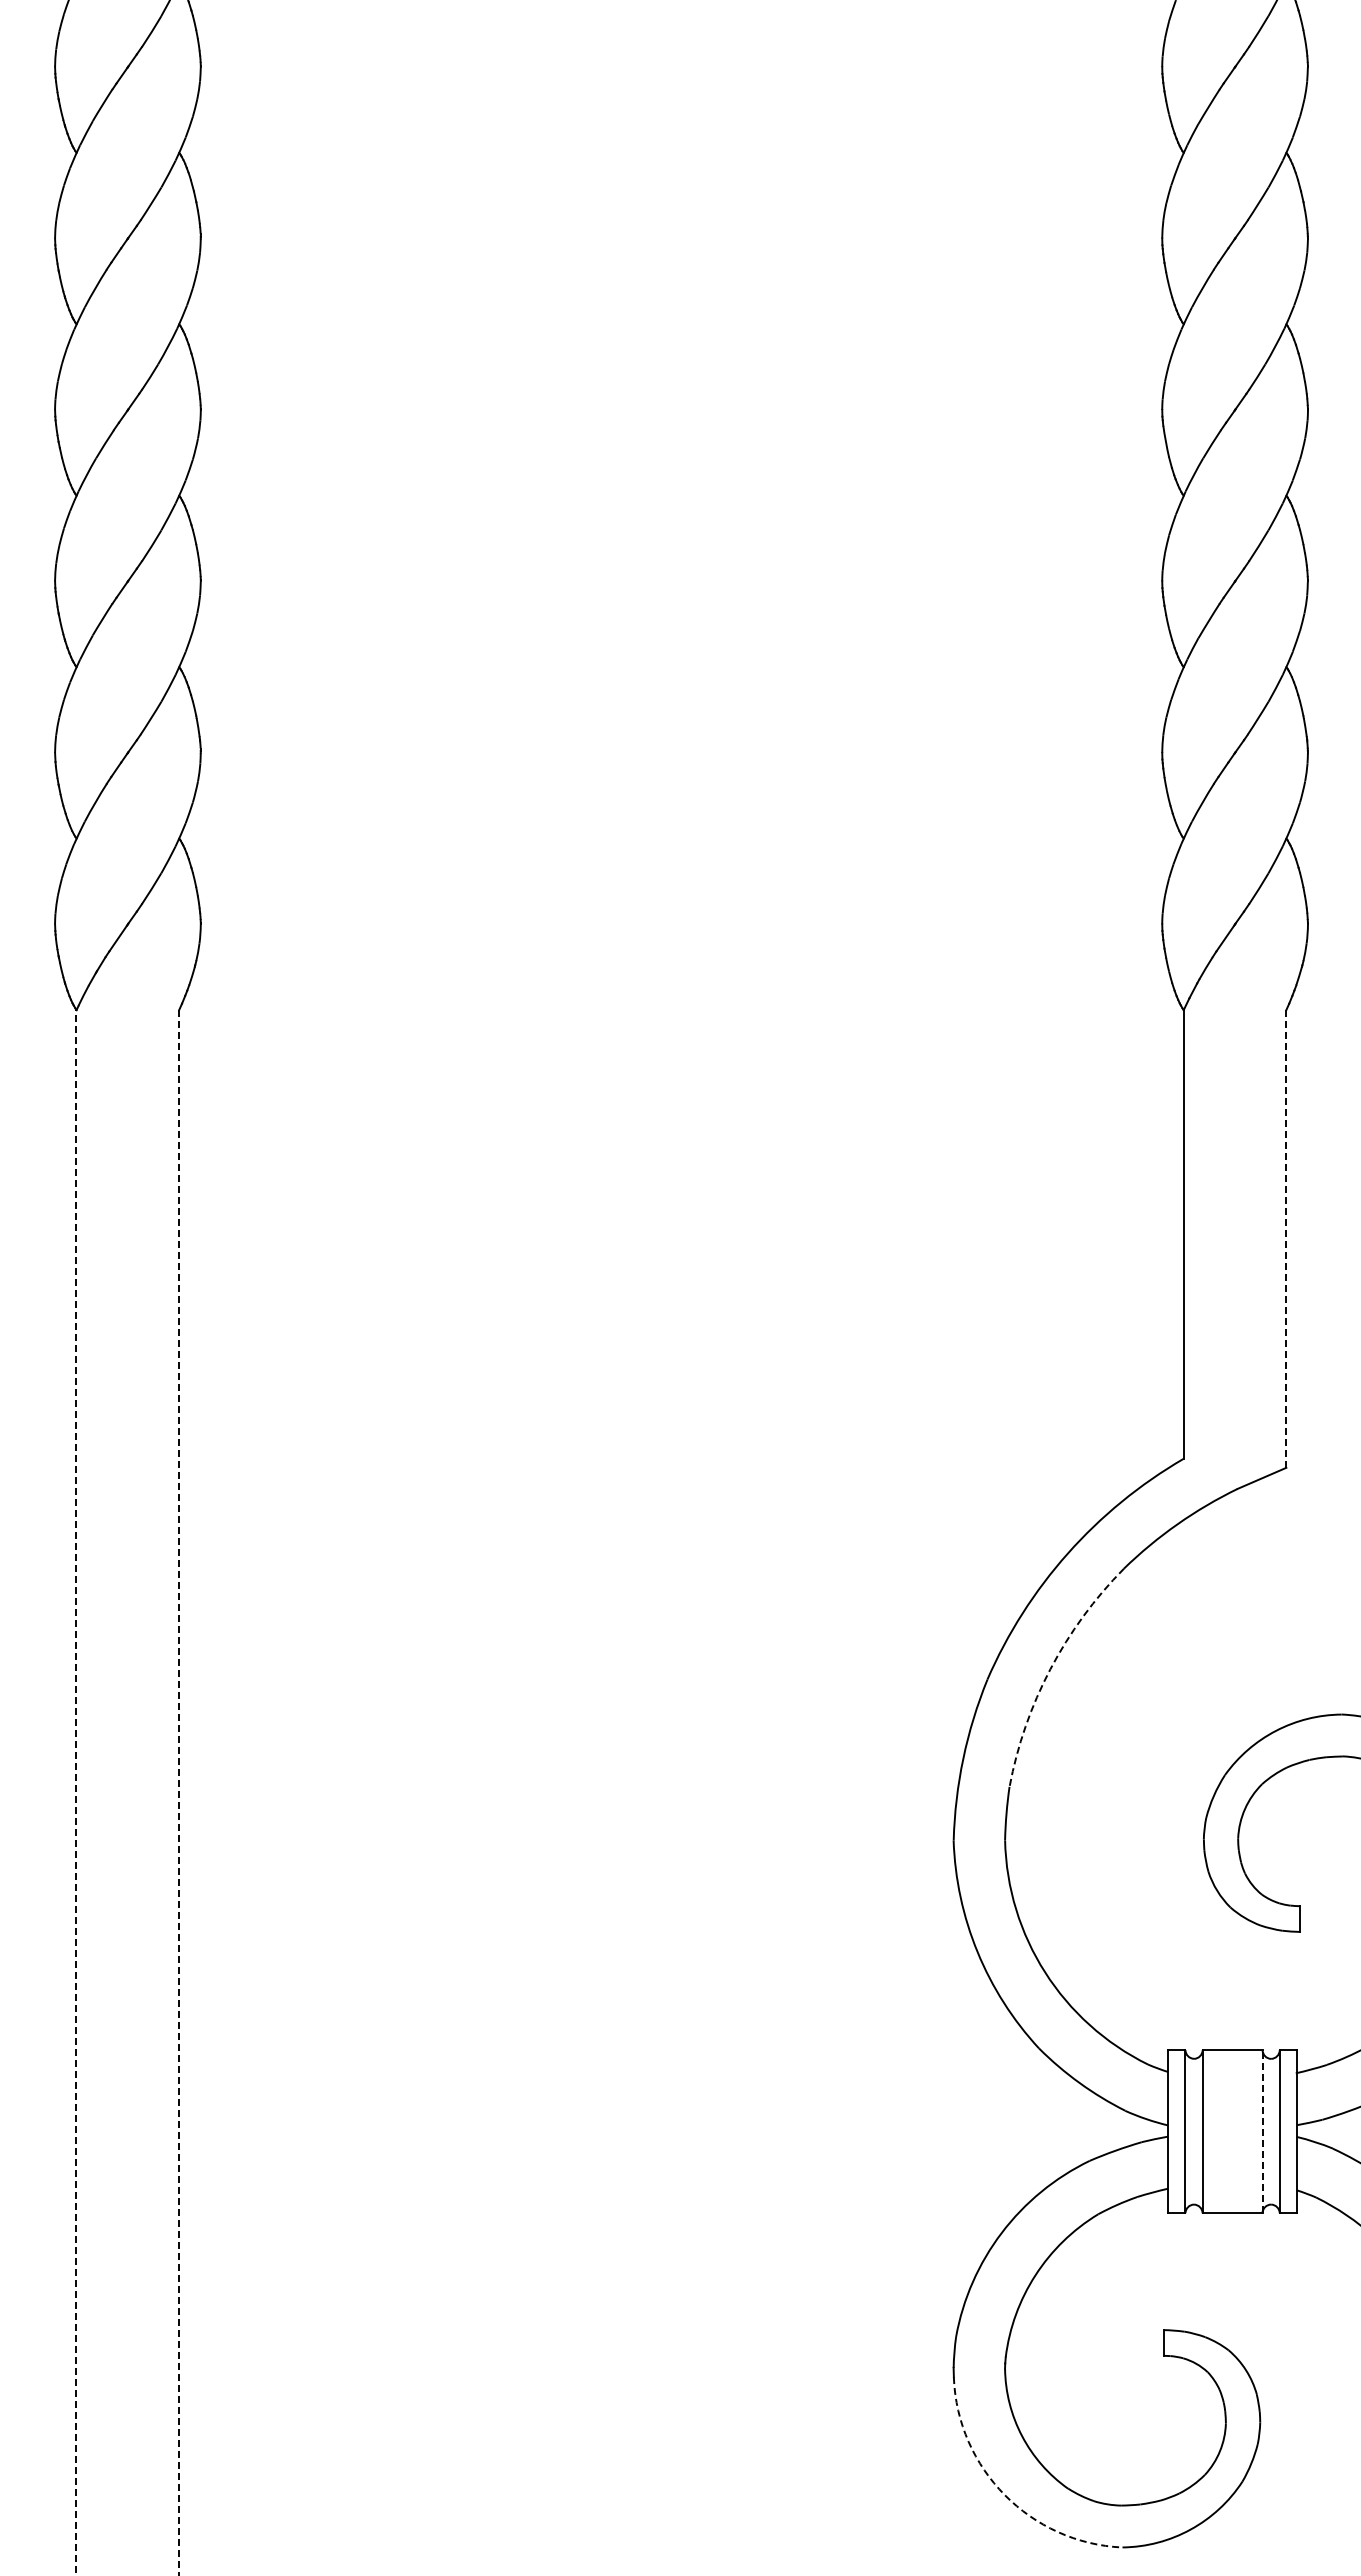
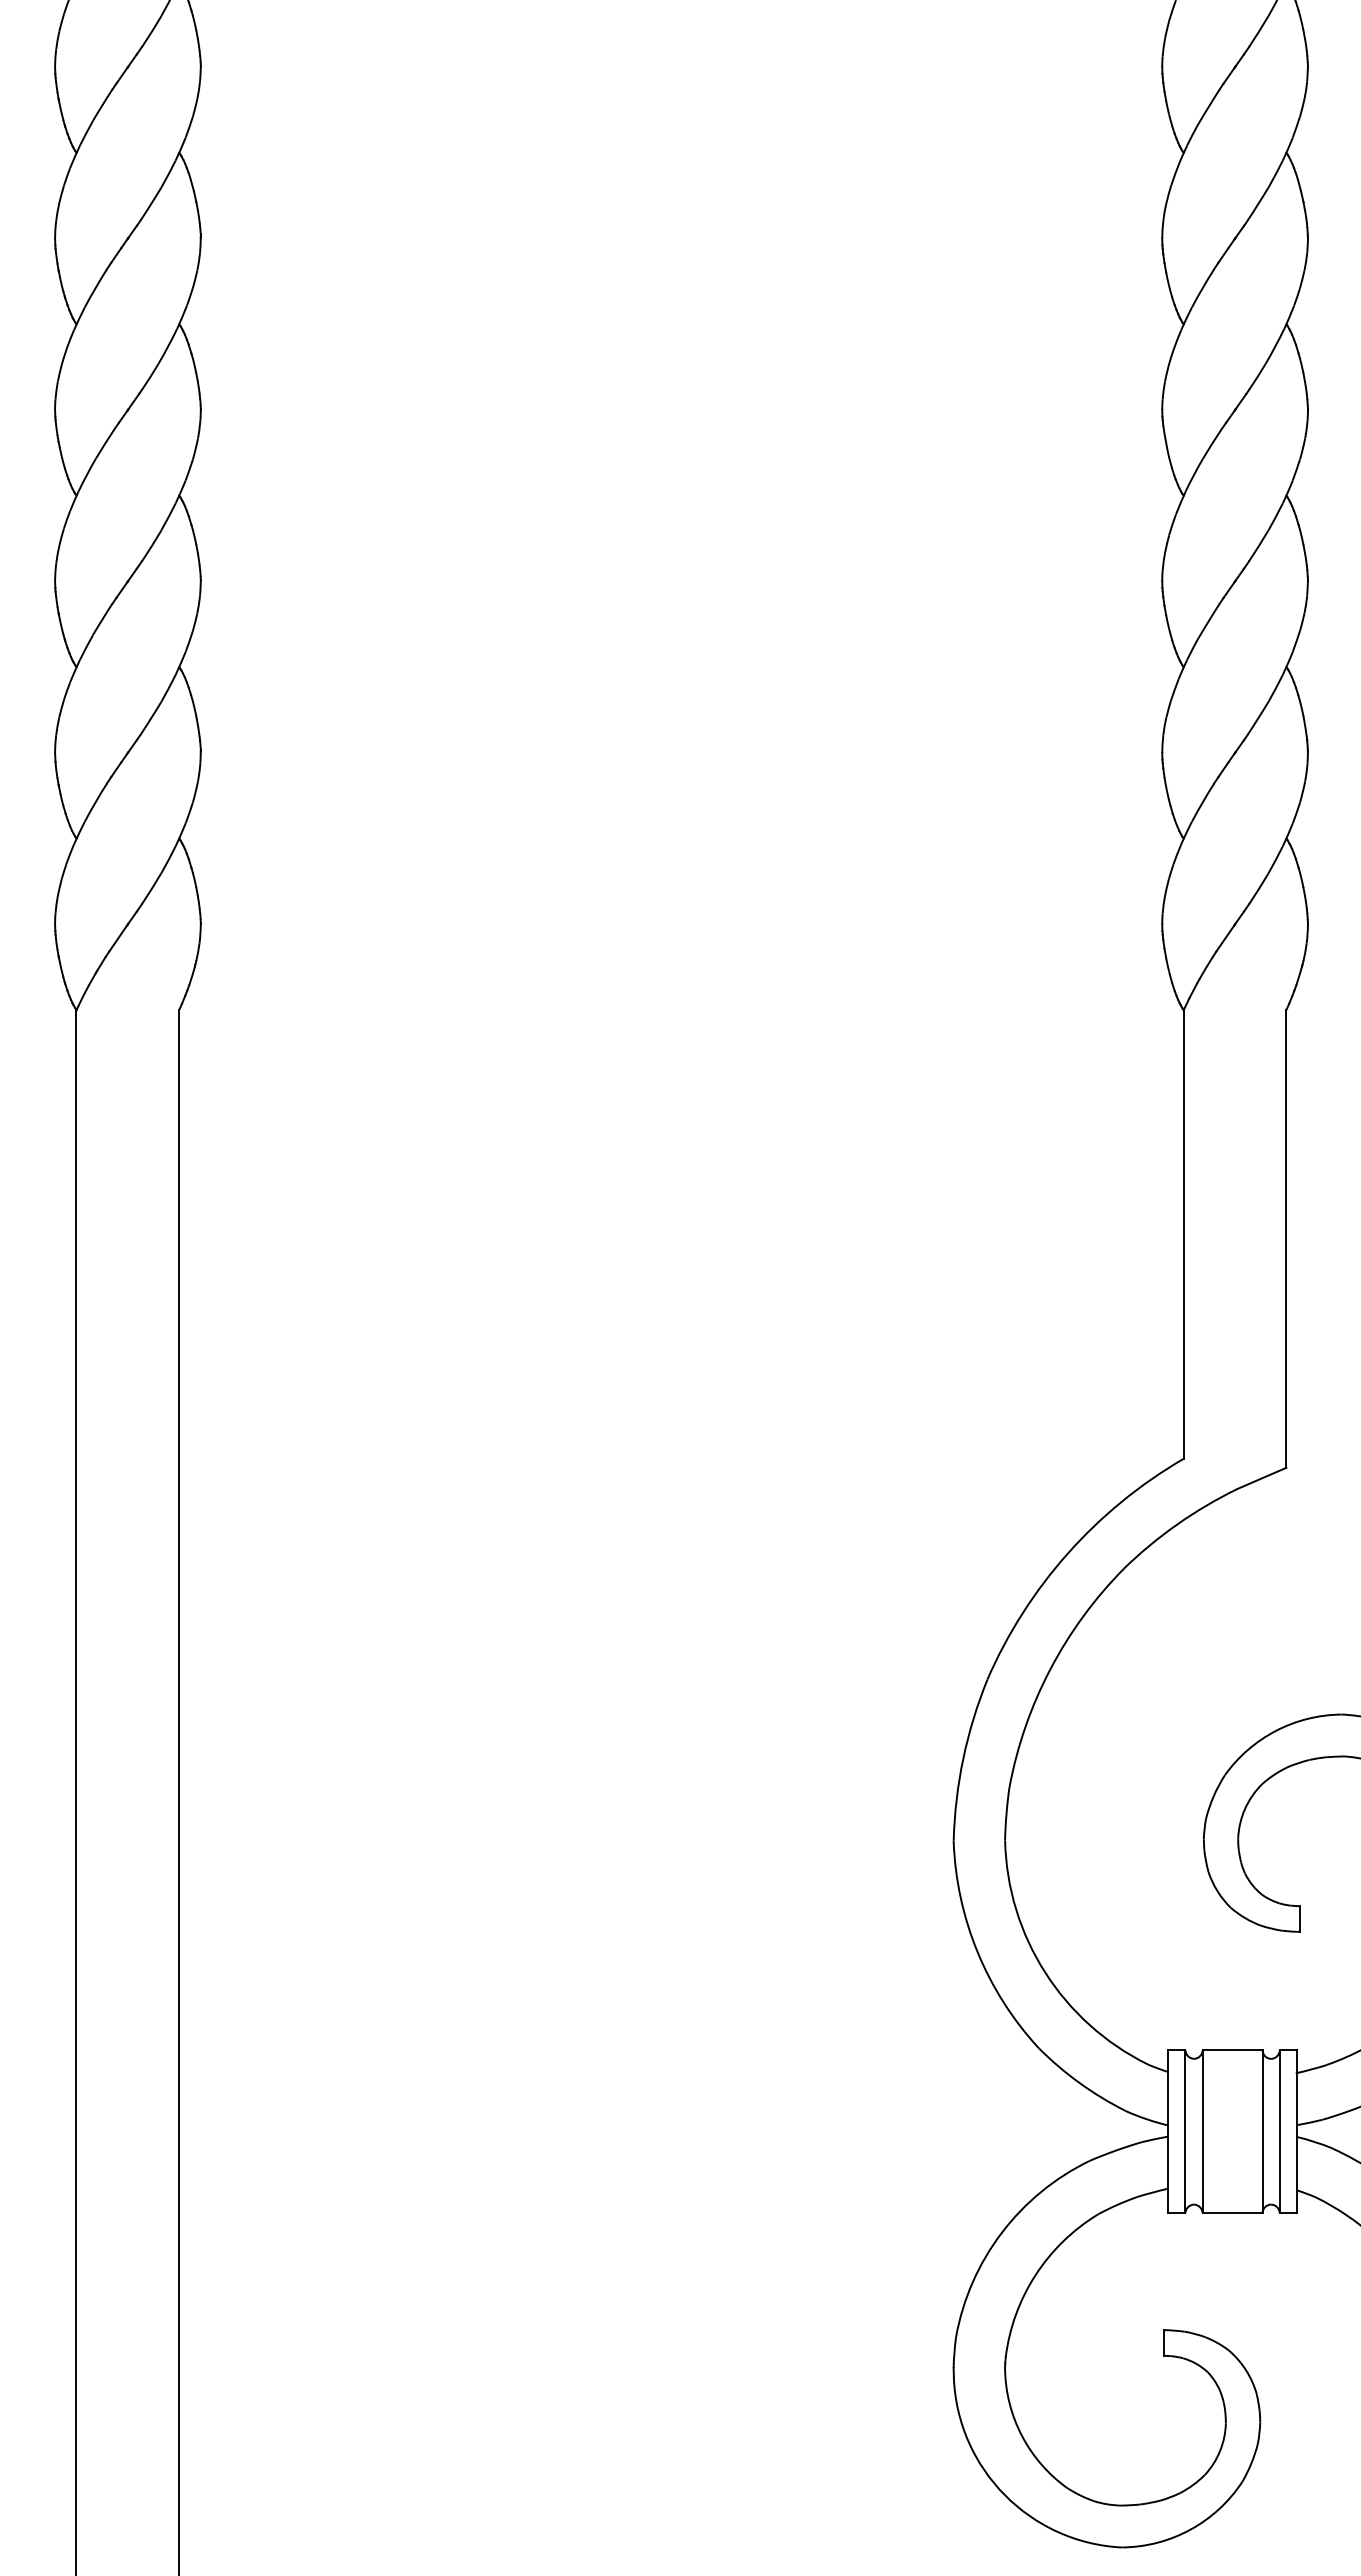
line at (1286, 1238): dashed -> solid
arc at (1050, 1669): dashed -> solid
line at (76, 1792): dashed -> solid
line at (179, 1792): dashed -> solid
line at (1262, 2131): dashed -> solid
arc at (1004, 2495): dashed -> solid
